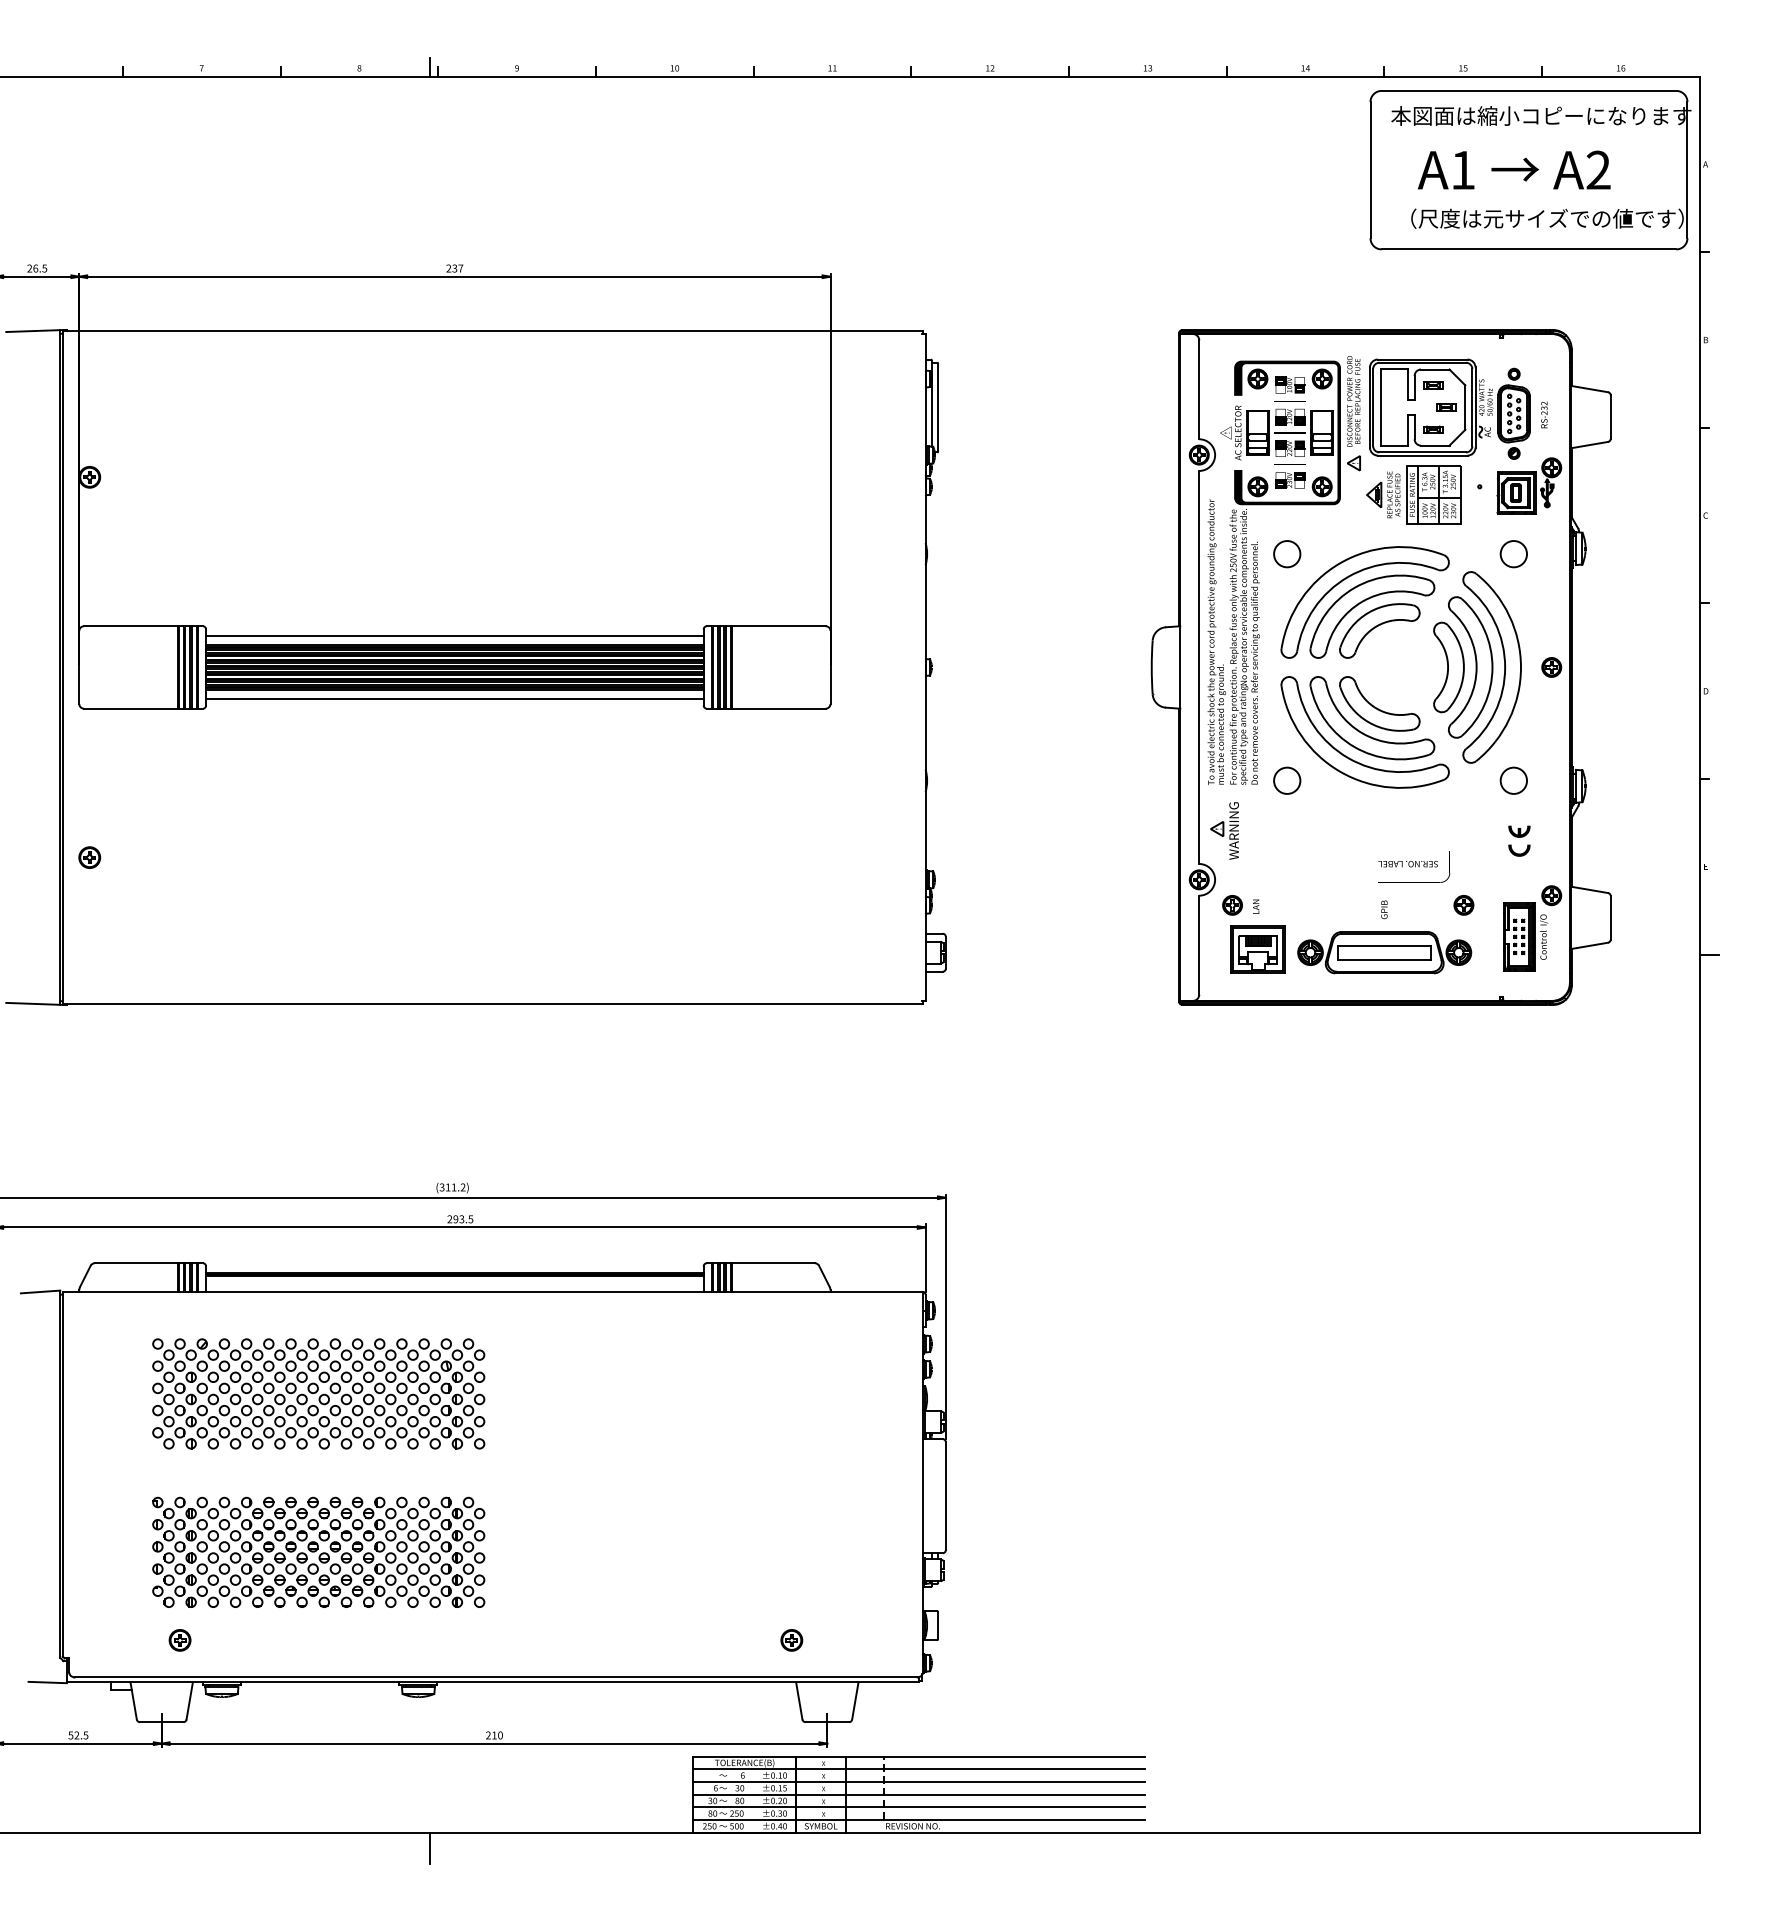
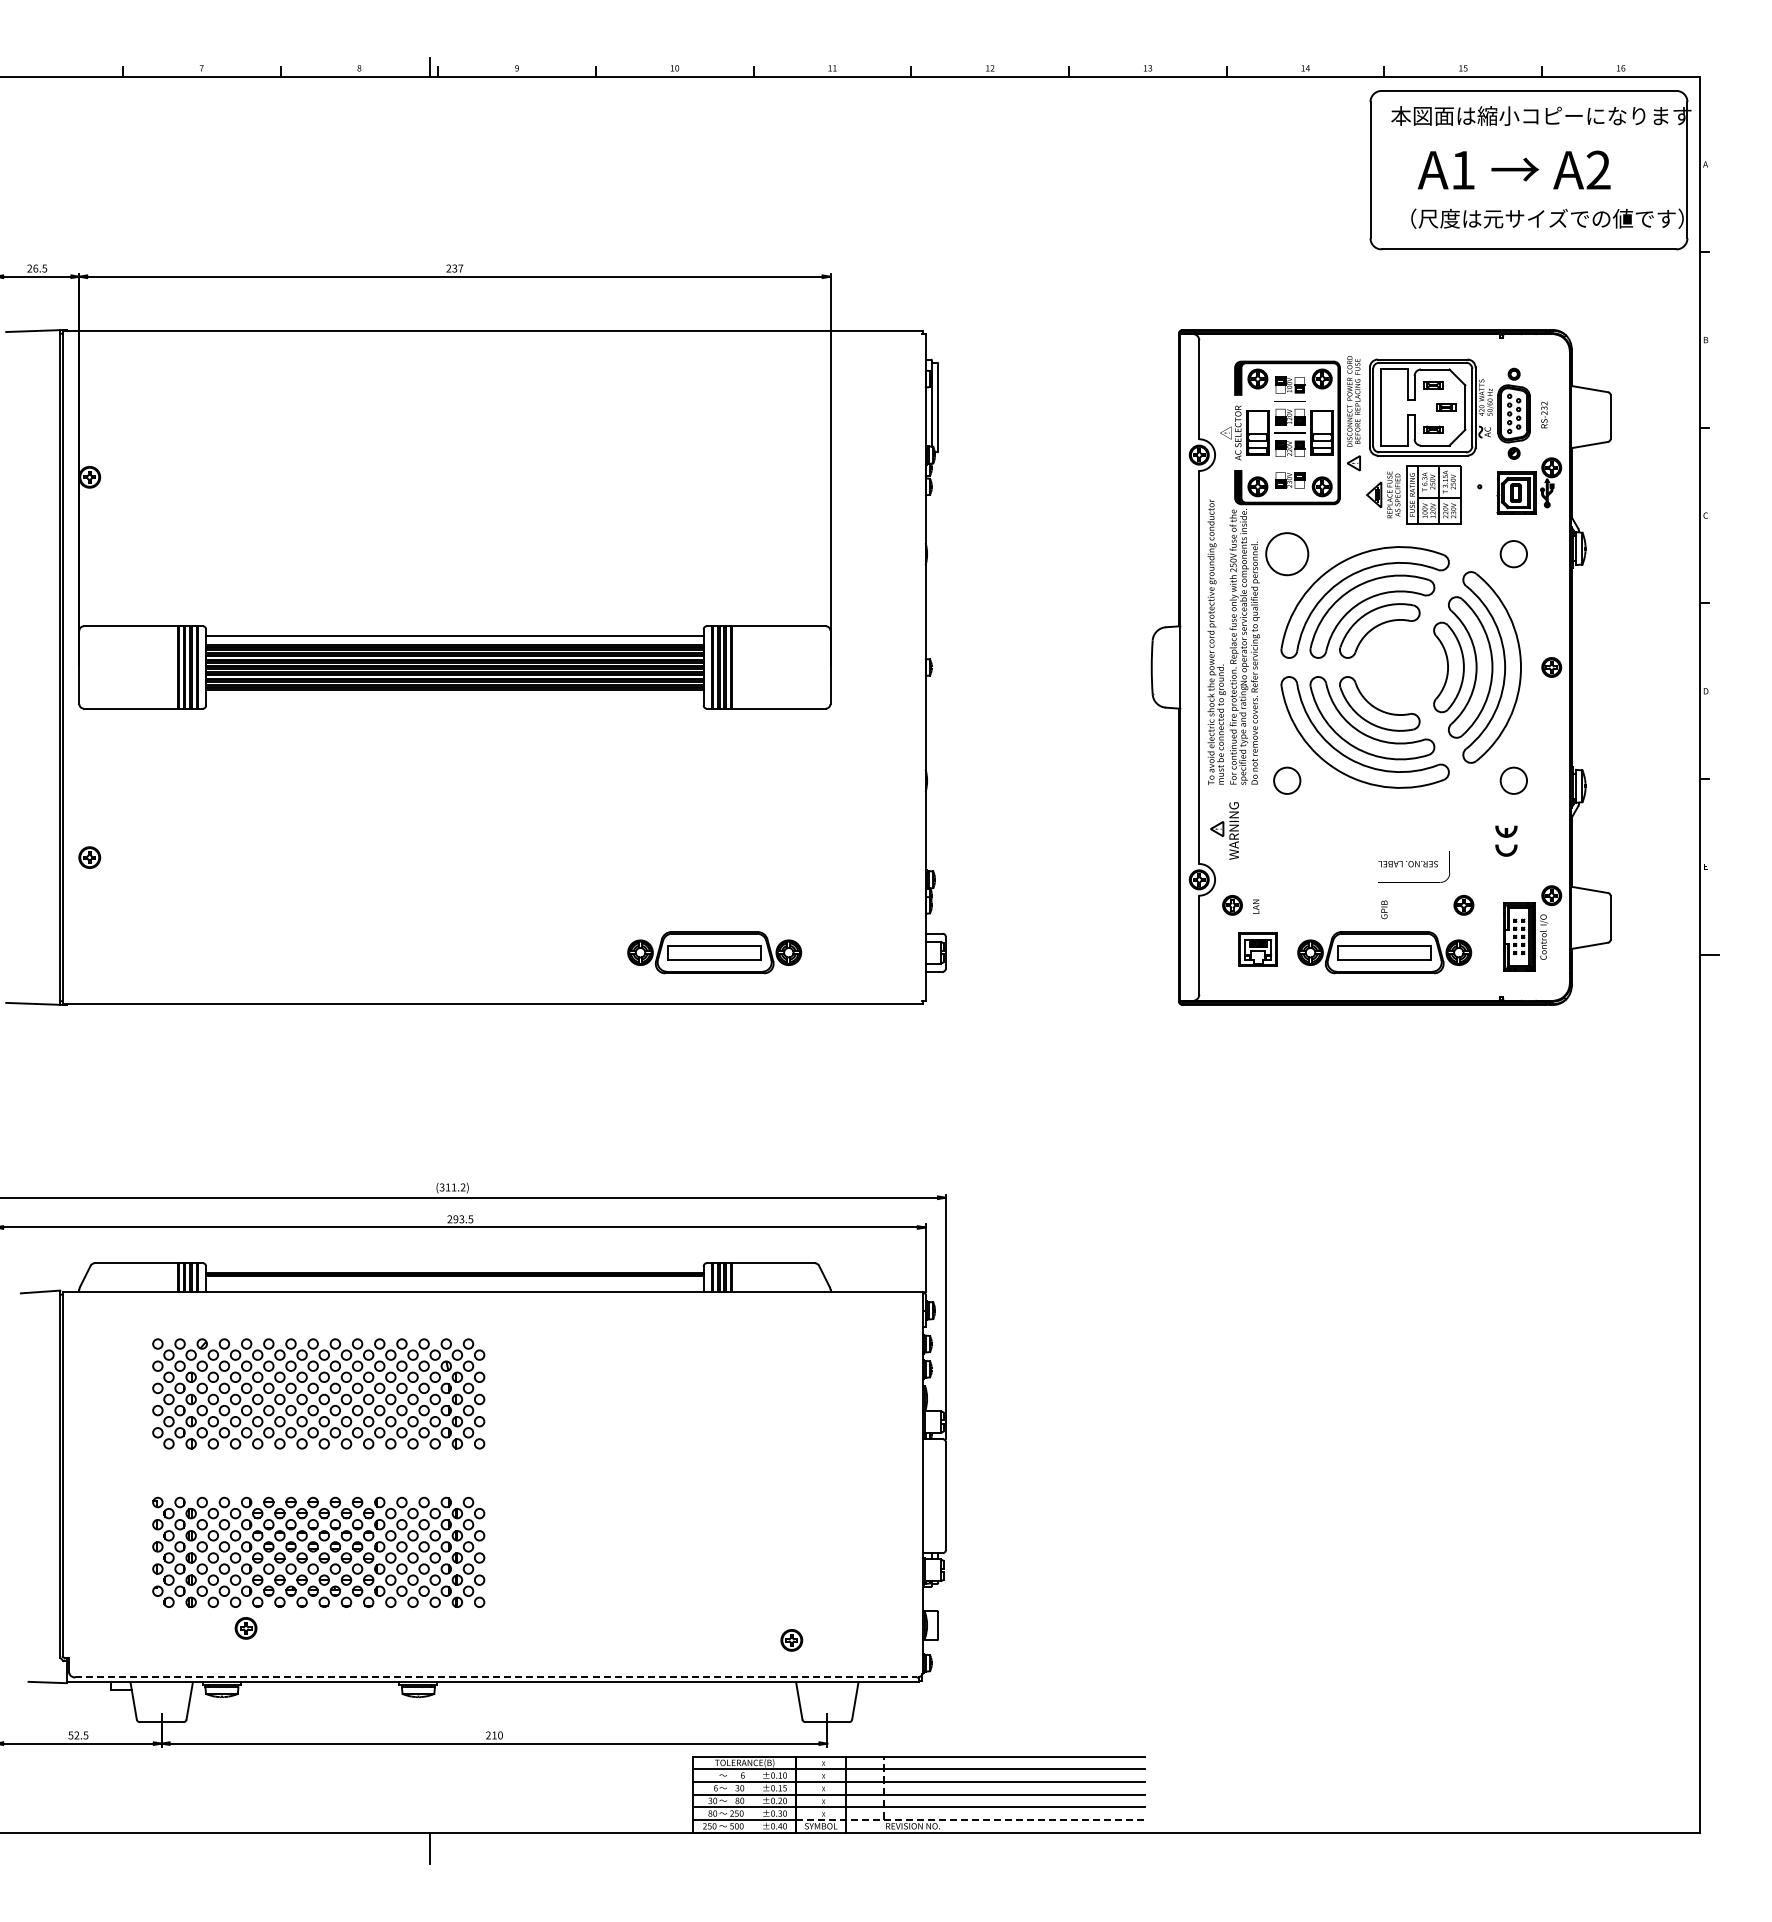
line at (1289, 464): present -> none
circle at (1287, 554) diameter: 26 px -> 42 px
line at (454, 699): present -> none
part at (1519, 840) position: (1519, 840) -> (1506, 840)
part at (1257, 949) size: 56x49 px -> 40x35 px
part at (714, 952): none -> present
part at (179, 1640) position: (179, 1640) -> (245, 1628)
line at (496, 1677): solid -> dashed
line at (971, 1819): solid -> dashed
